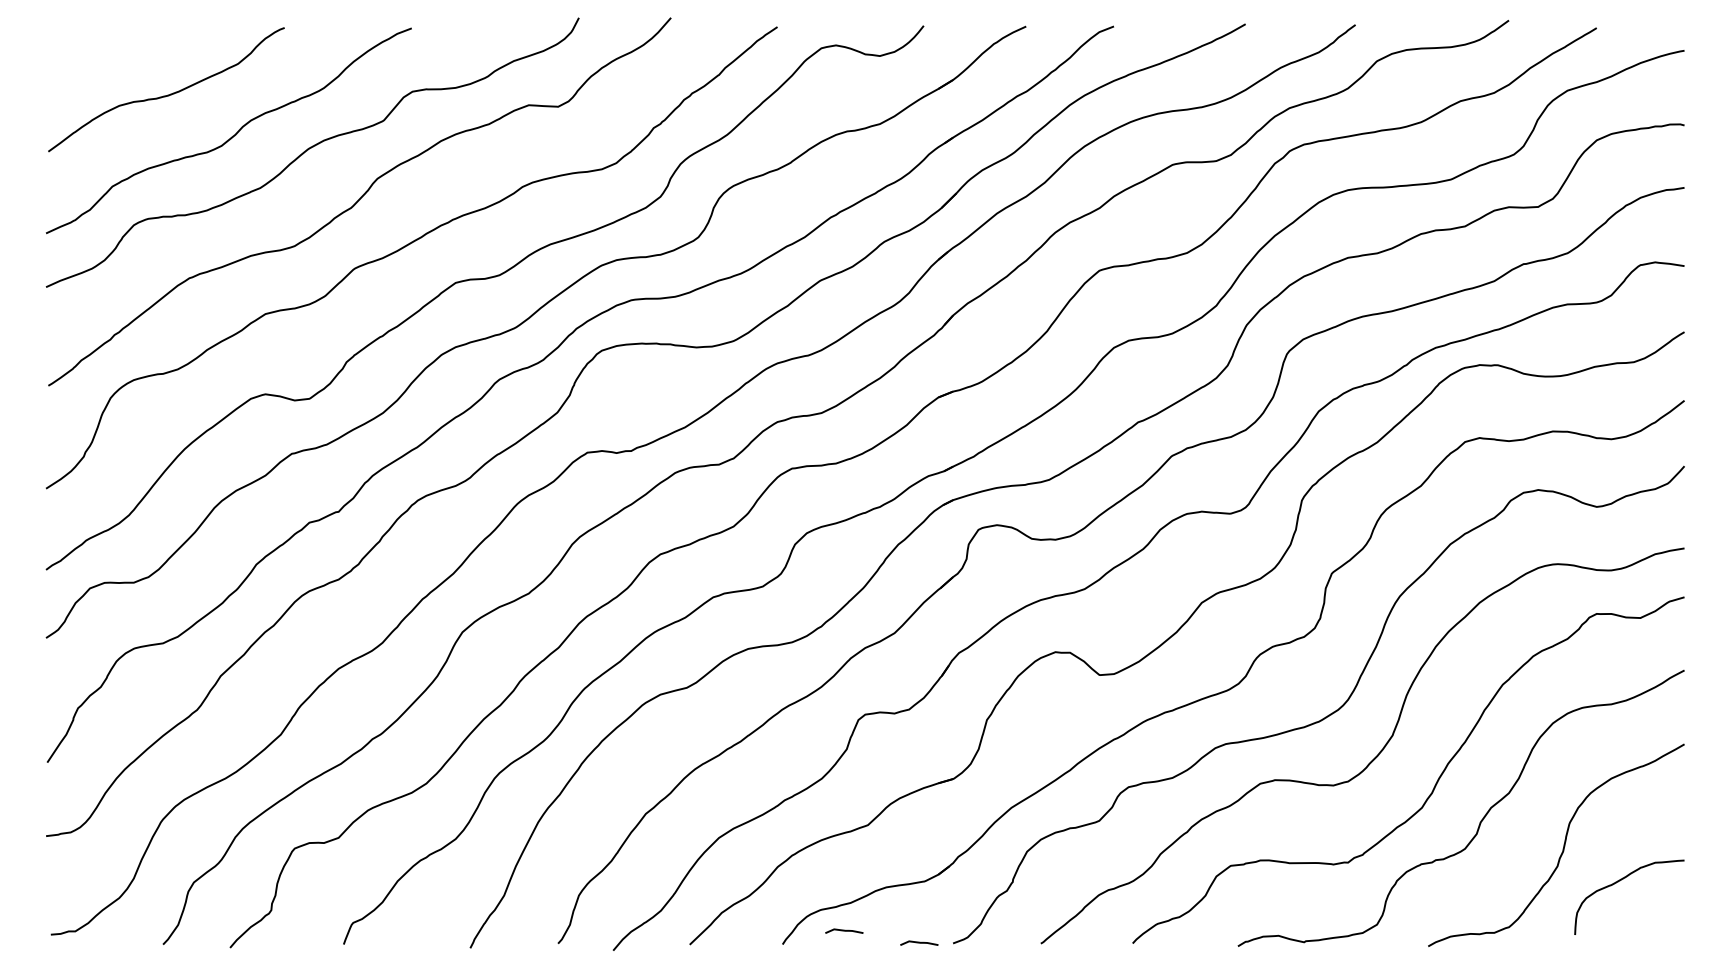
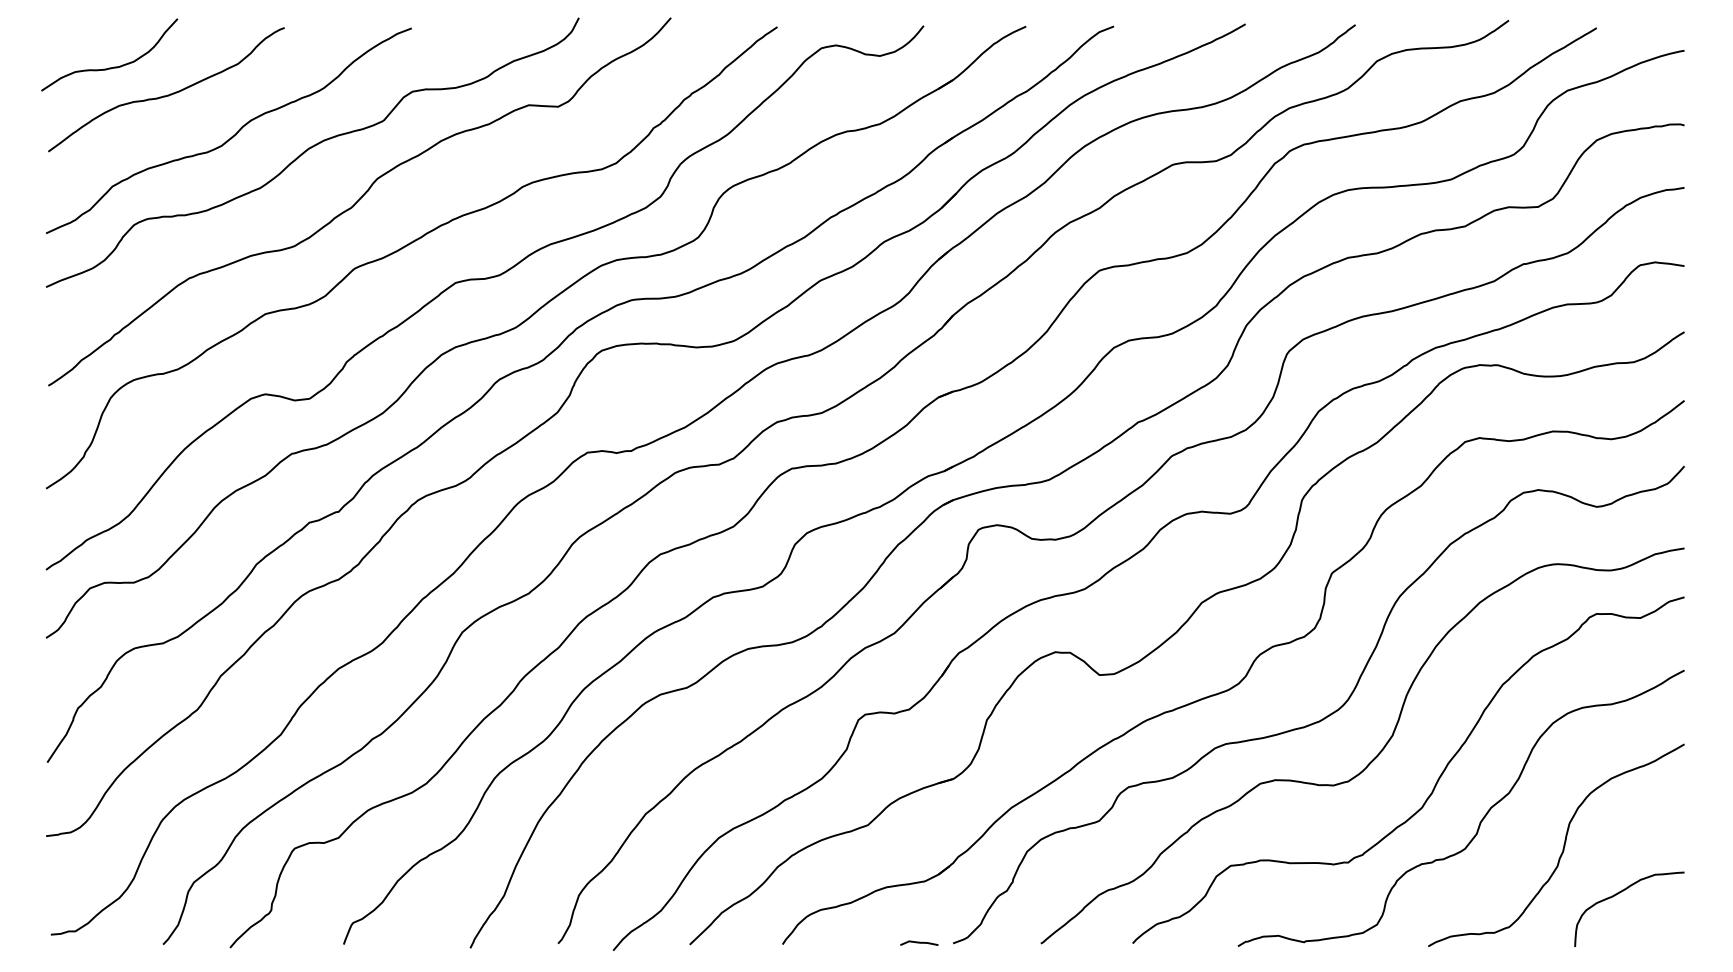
curve at (114, 66): none -> present
curve at (1620, 881) position: (1620, 881) -> (1620, 893)
curve at (844, 930): present -> none
